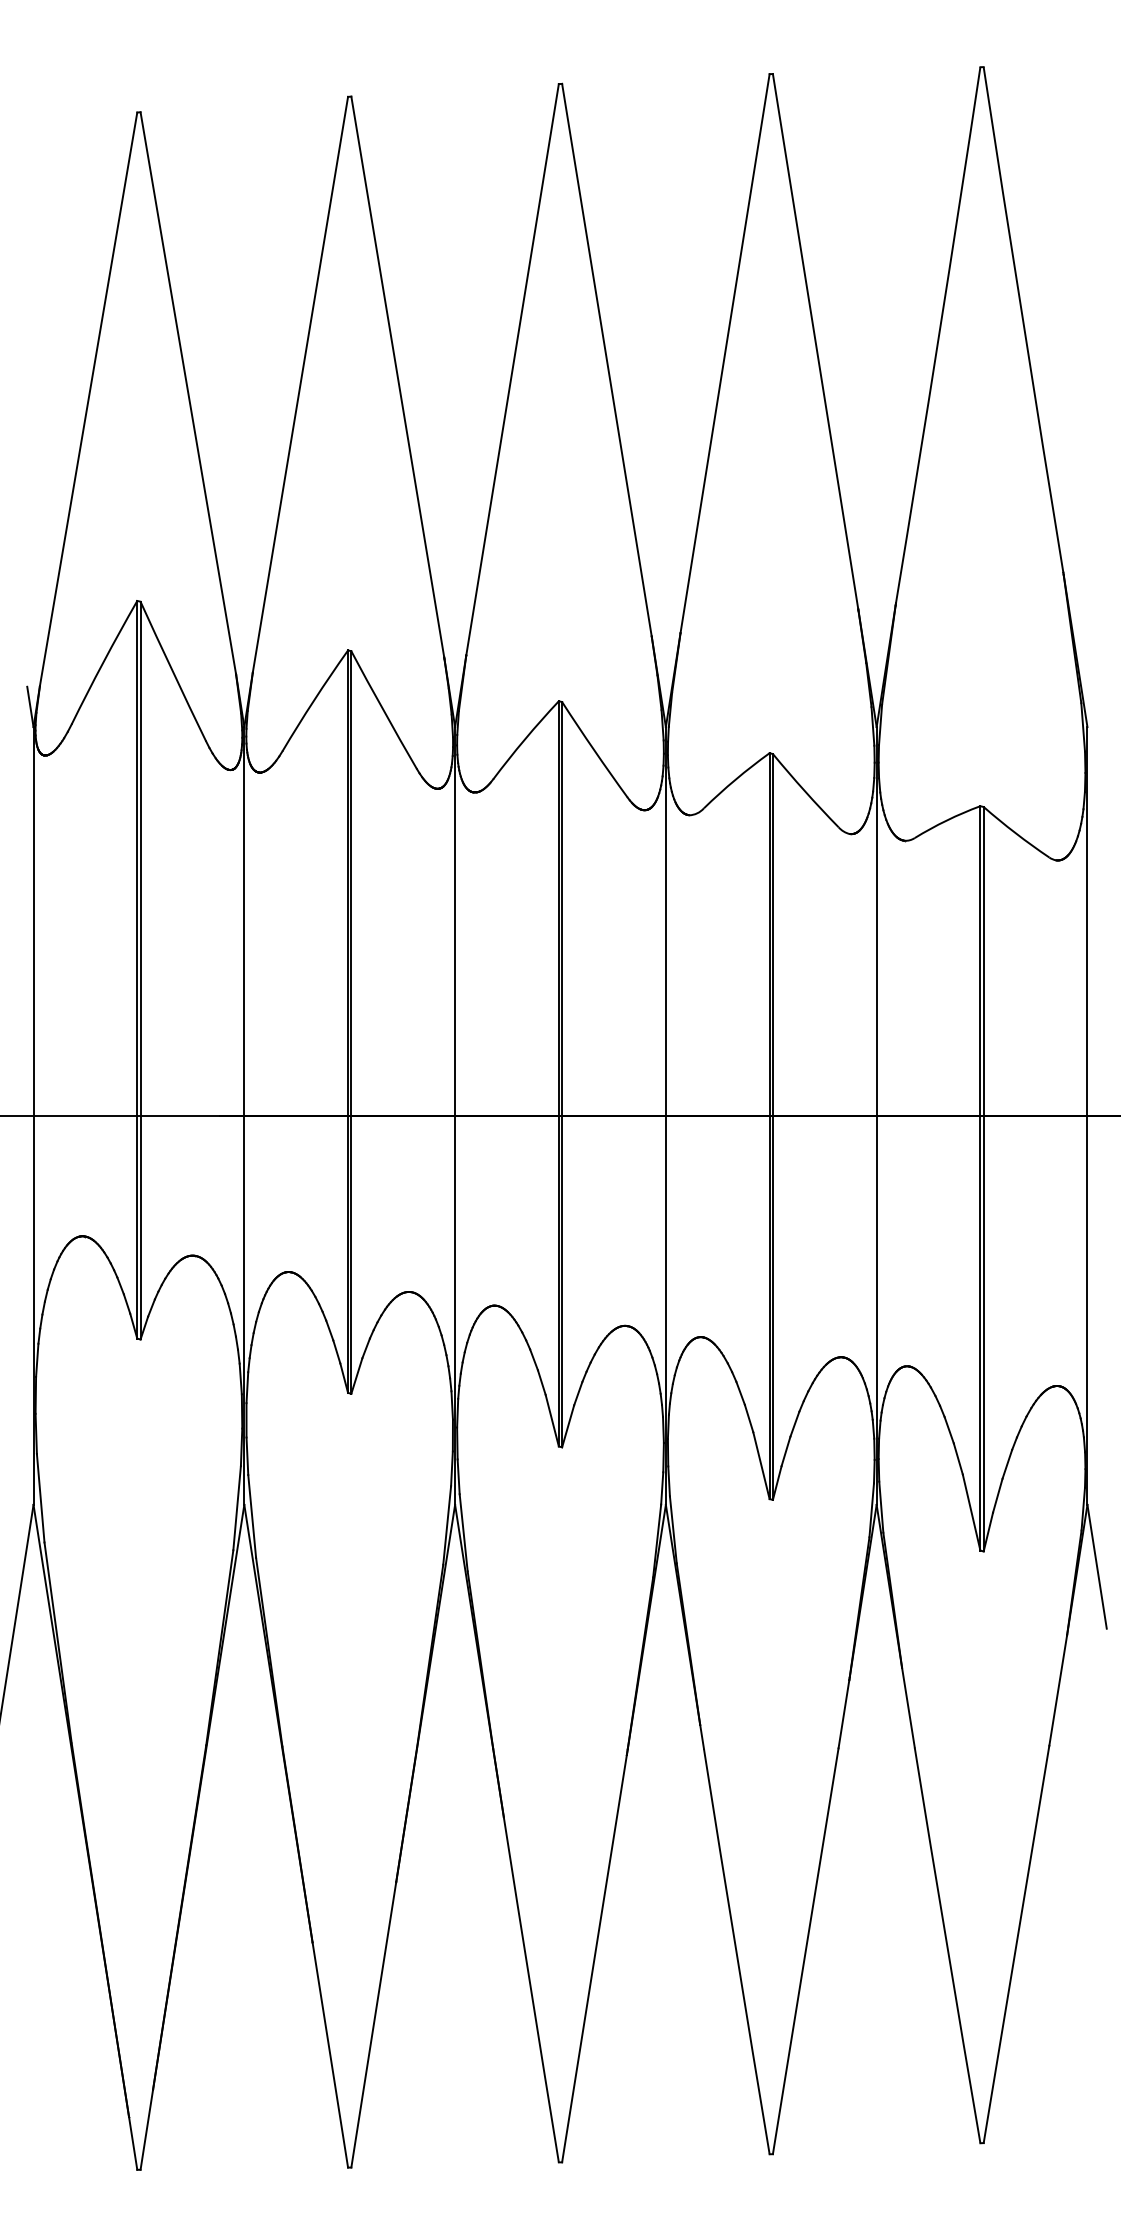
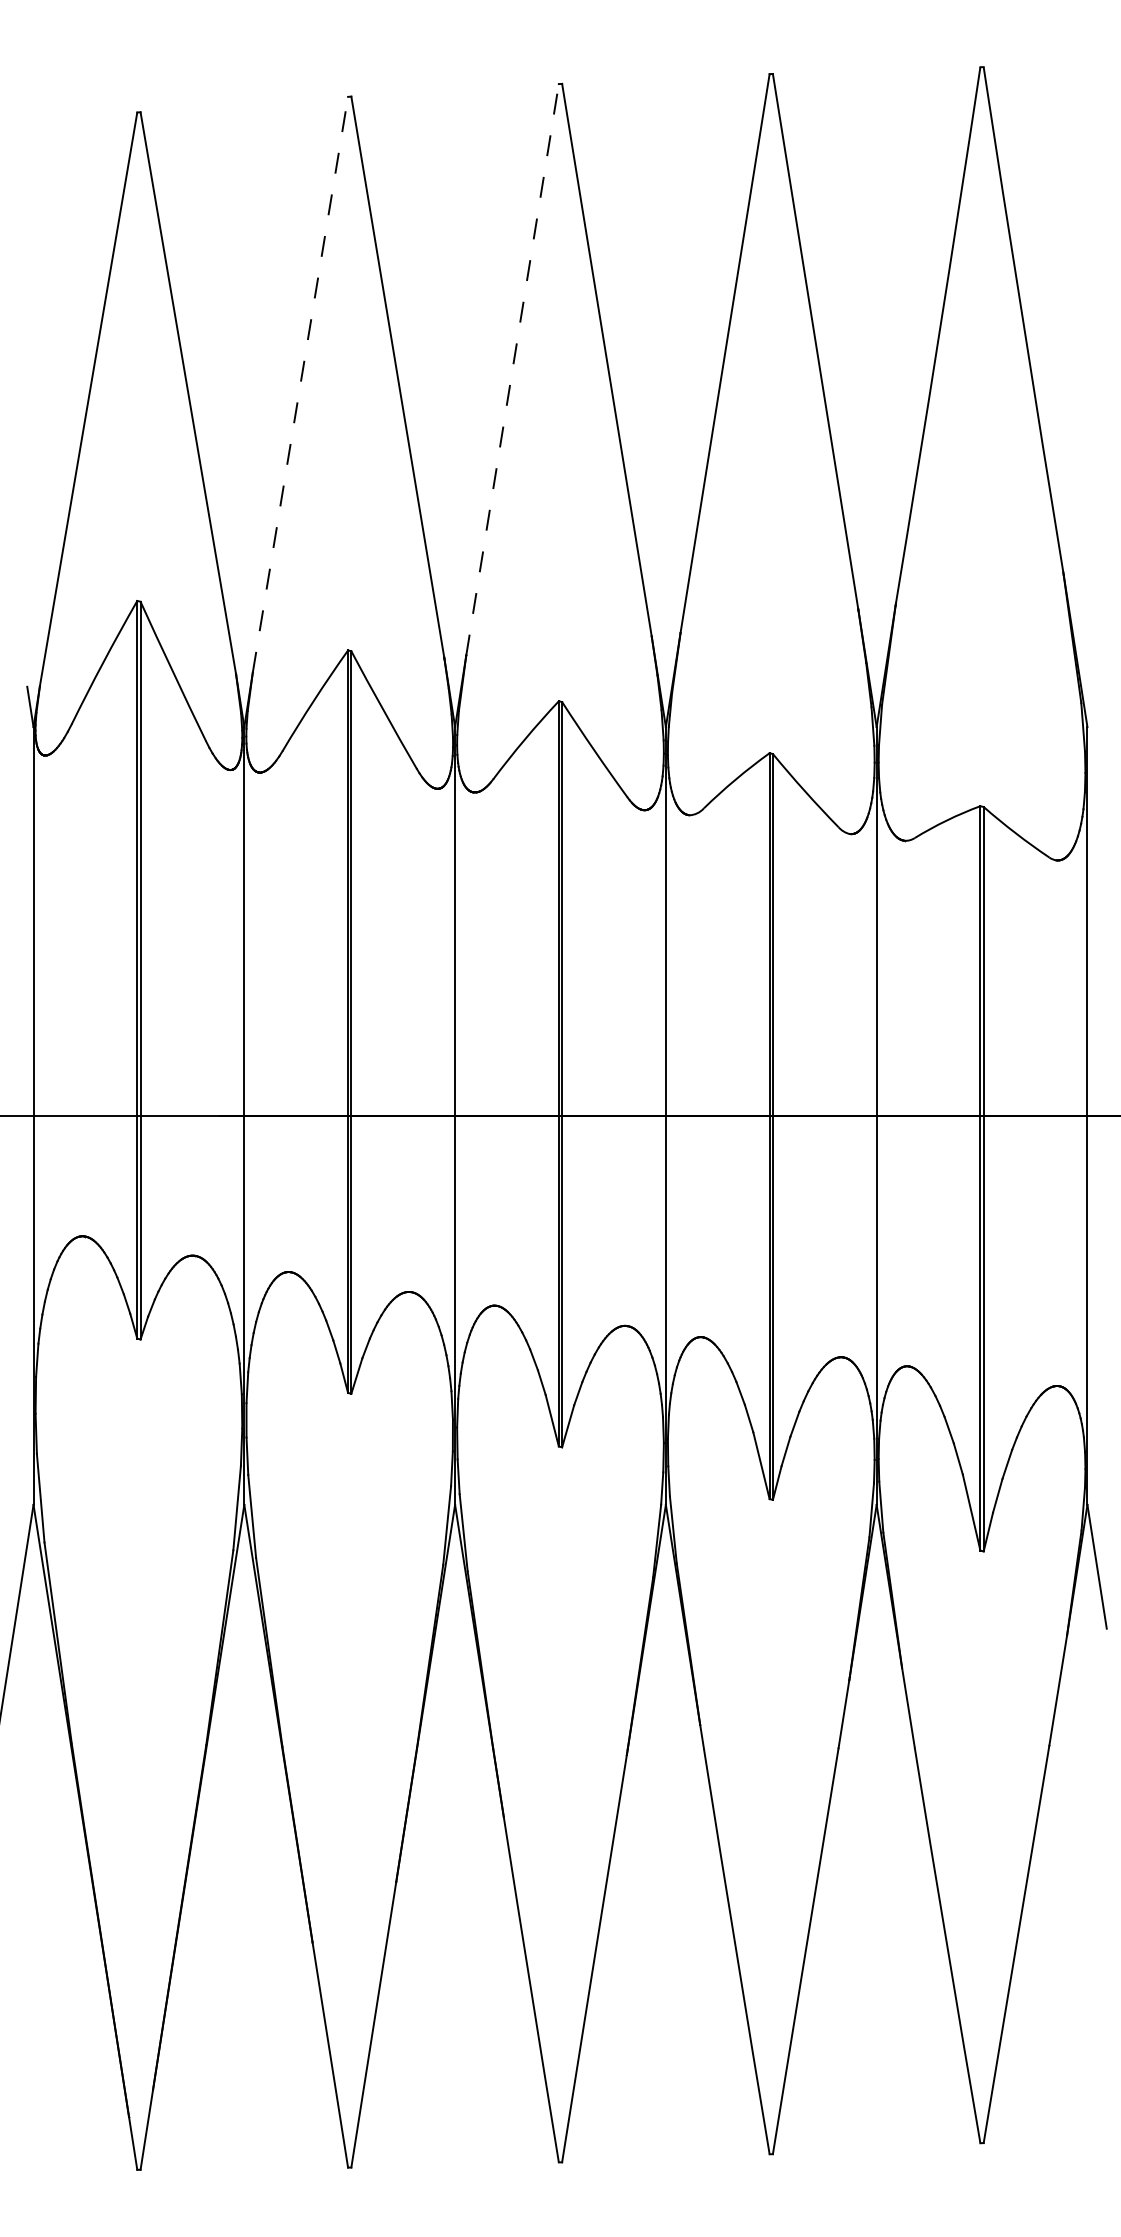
line at (512, 369): solid -> dashed
line at (300, 384): solid -> dashed
